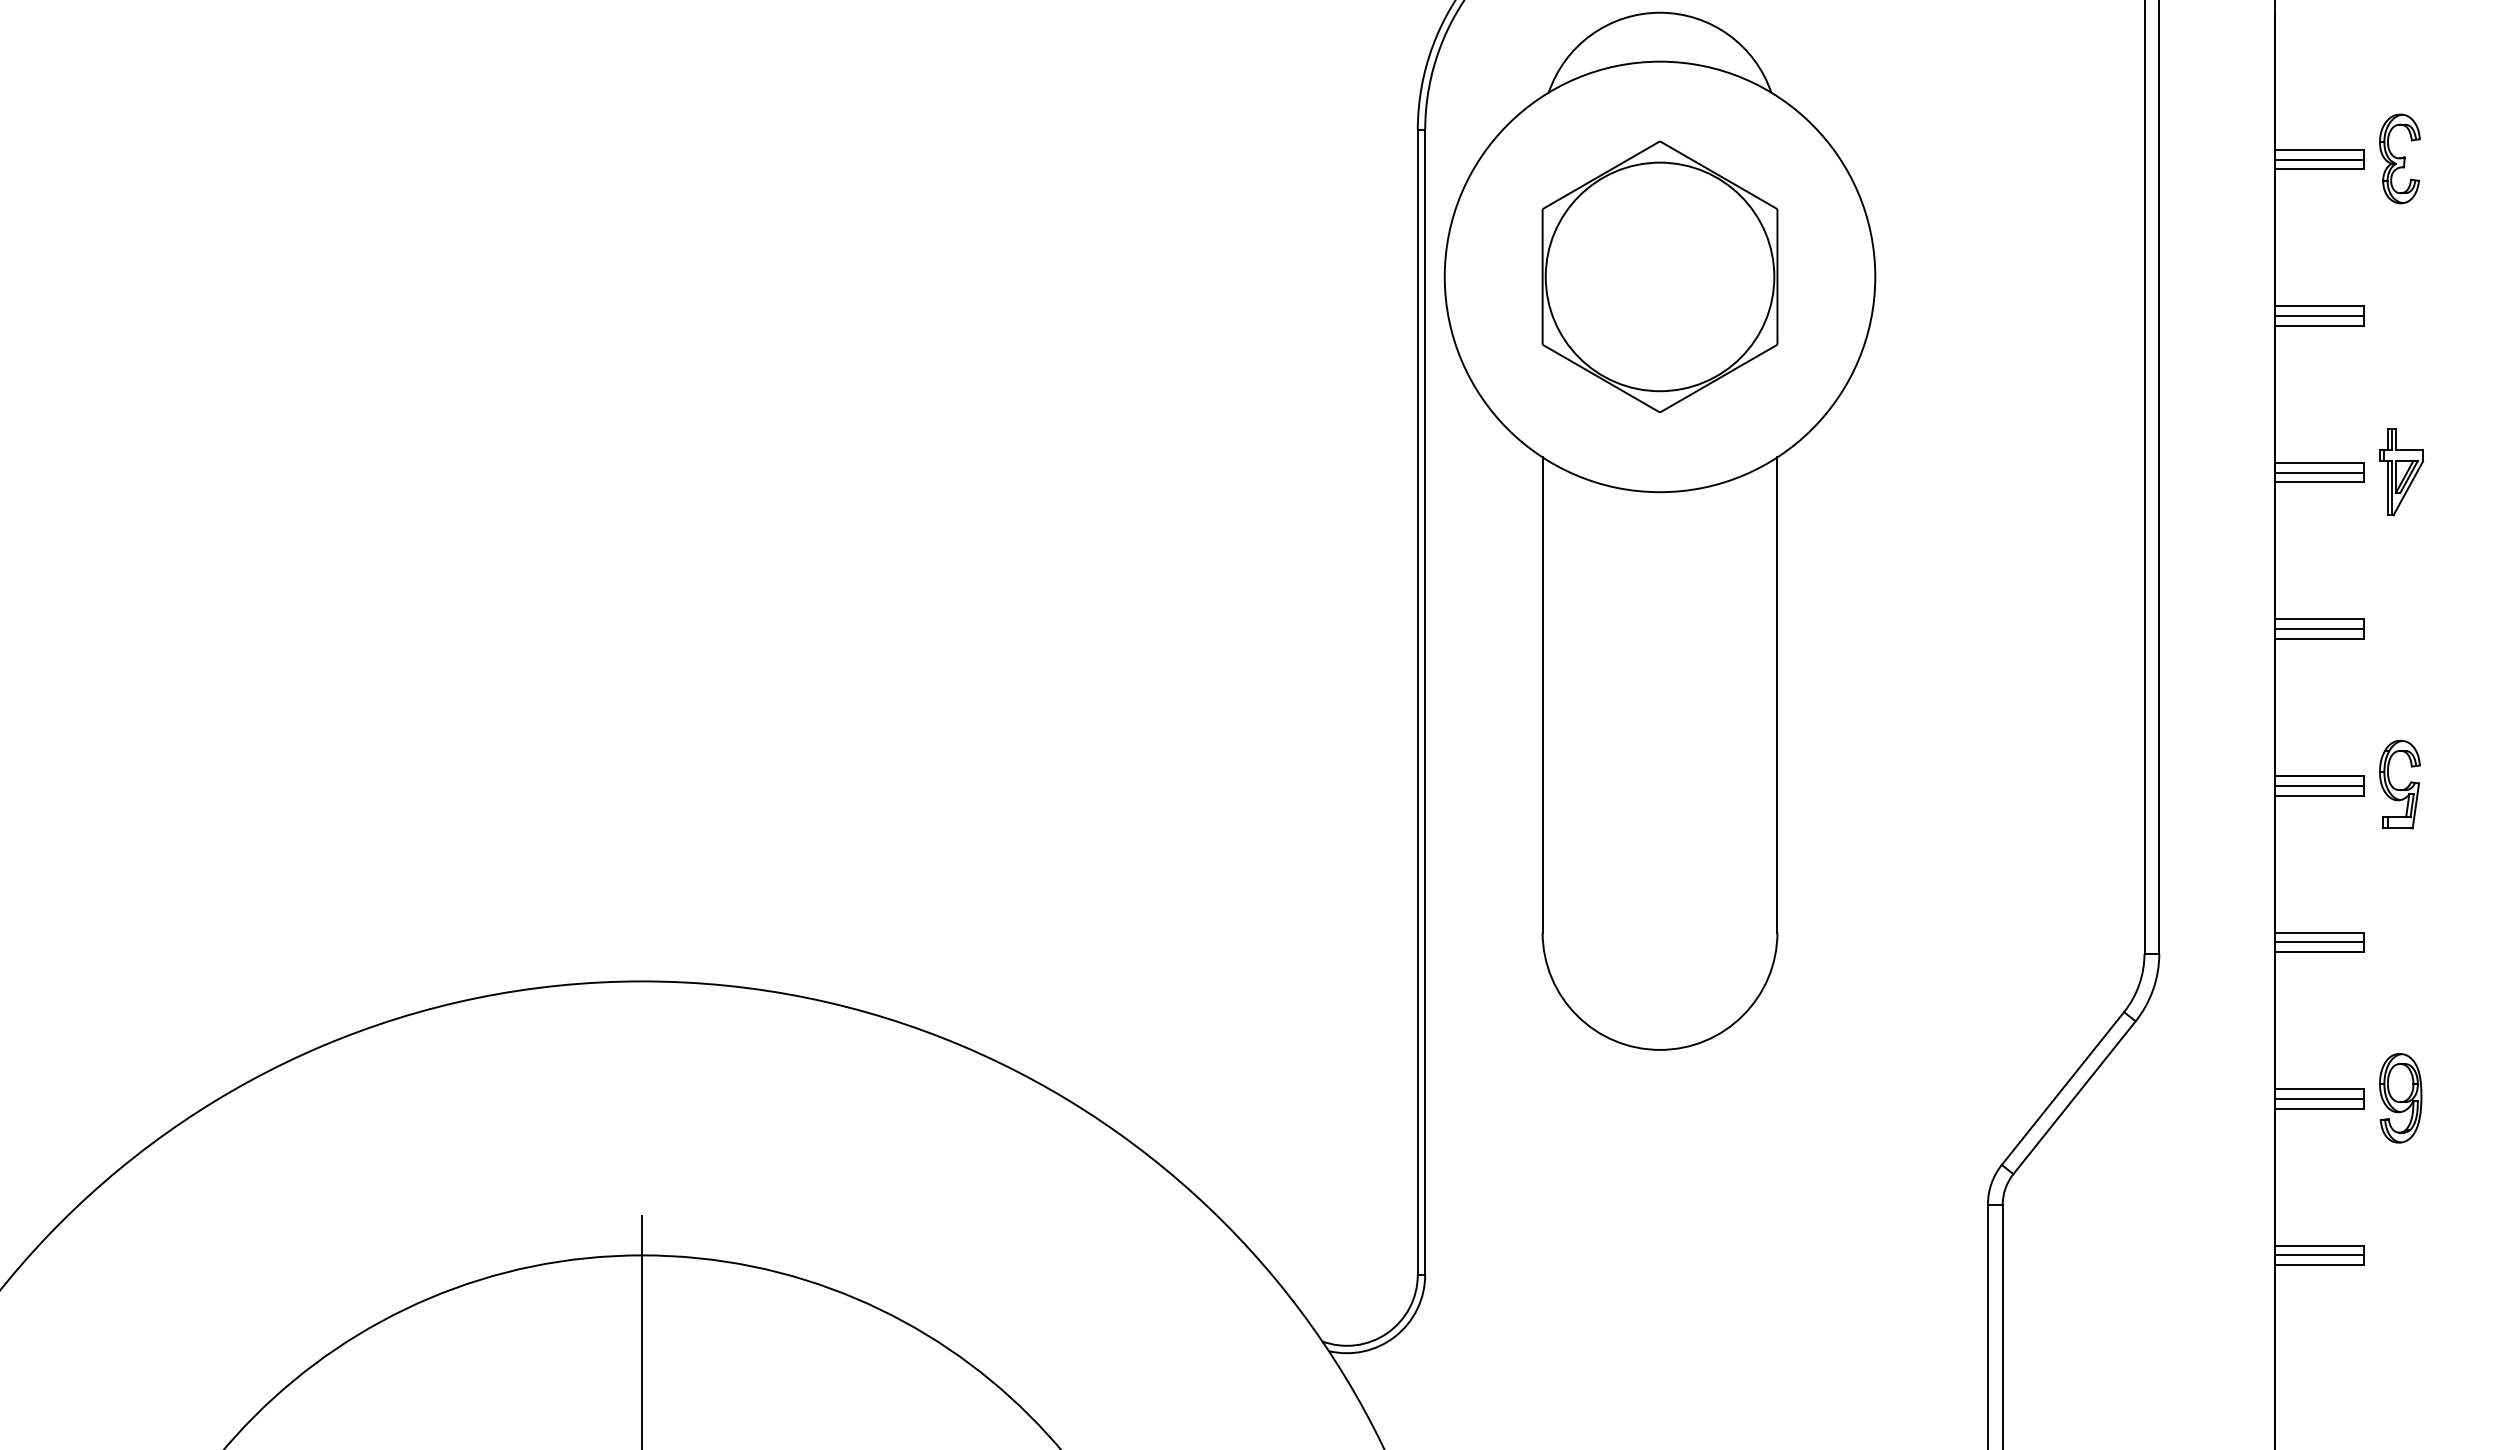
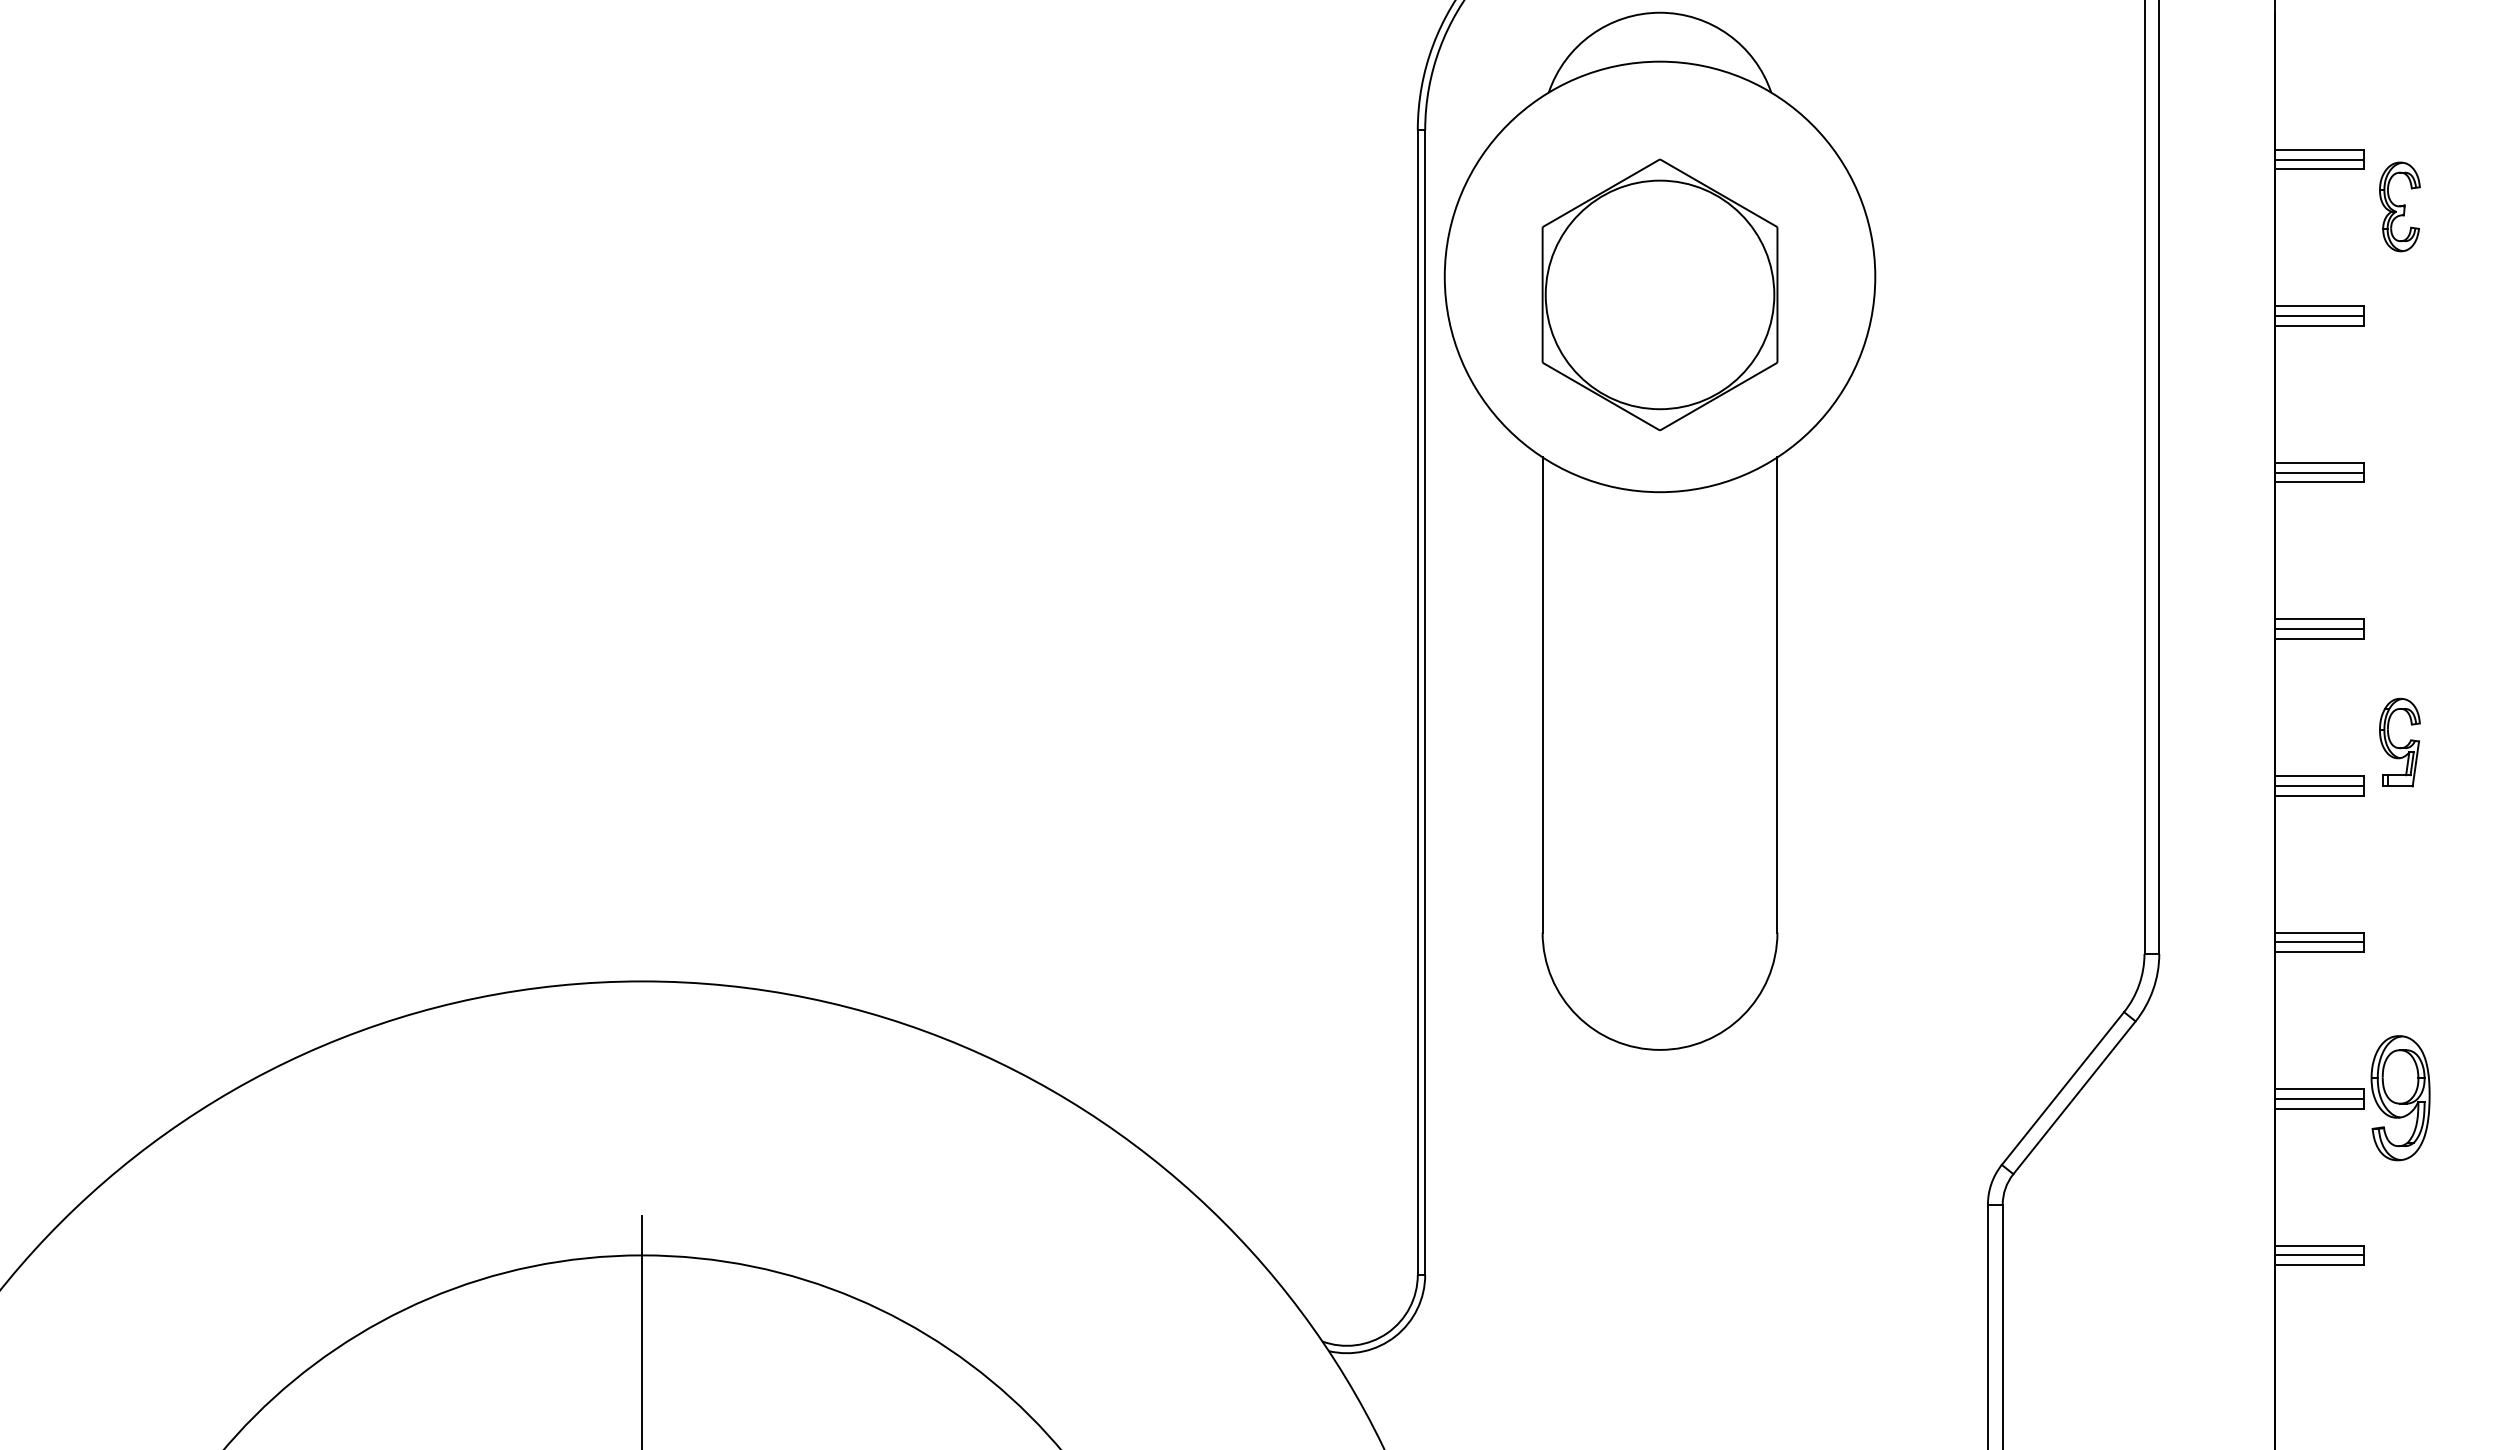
part at (2399, 158) position: (2399, 158) -> (2399, 206)
part at (1659, 276) position: (1659, 276) -> (1659, 294)
part at (2401, 472): present -> none
part at (2399, 784) position: (2399, 784) -> (2399, 742)
part at (2400, 1098) size: 44x91 px -> 61x127 px
